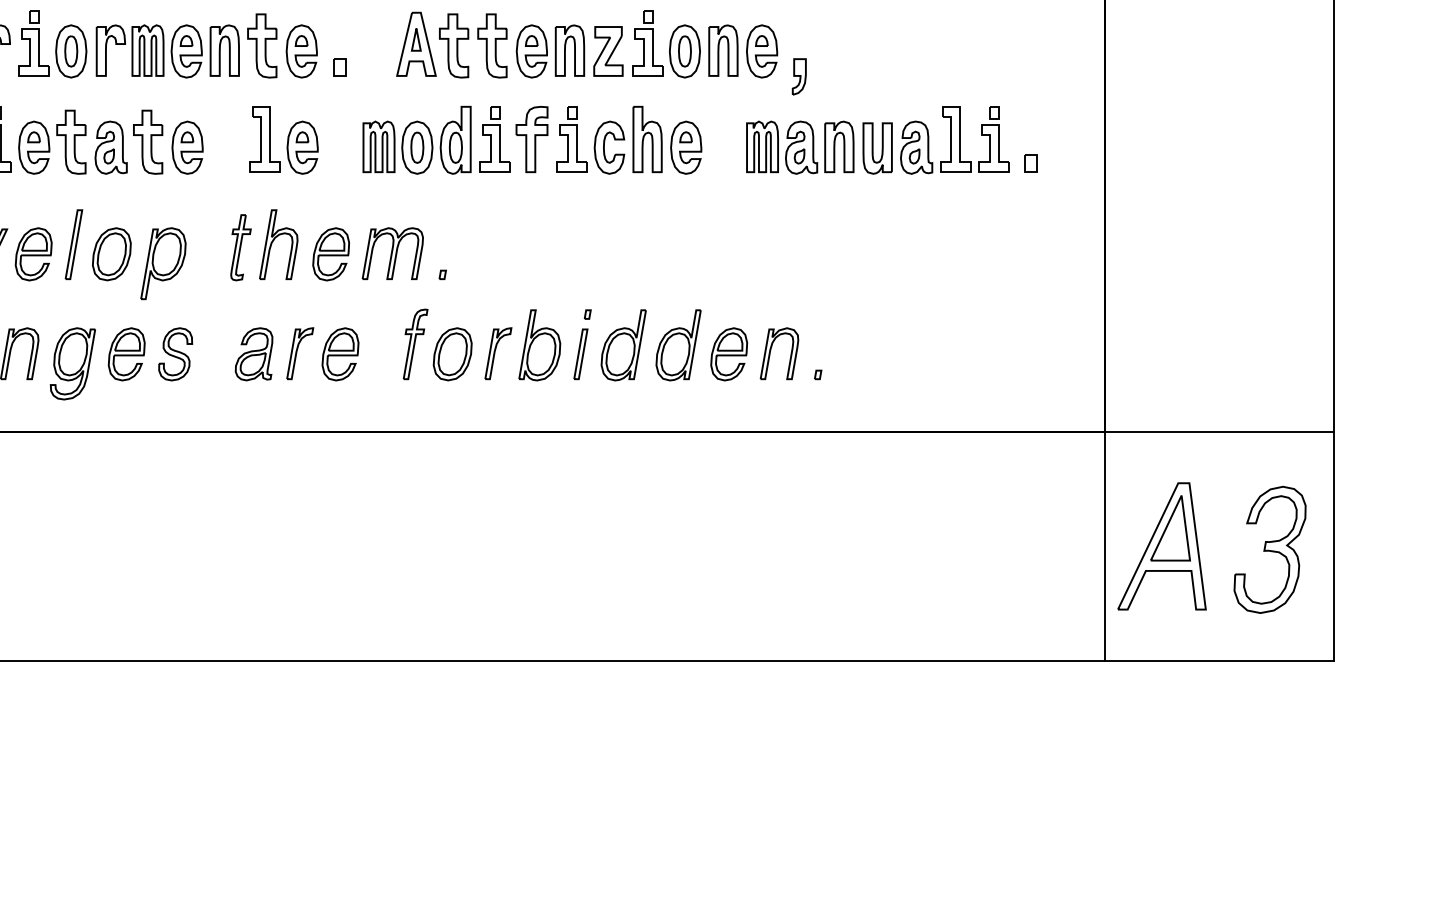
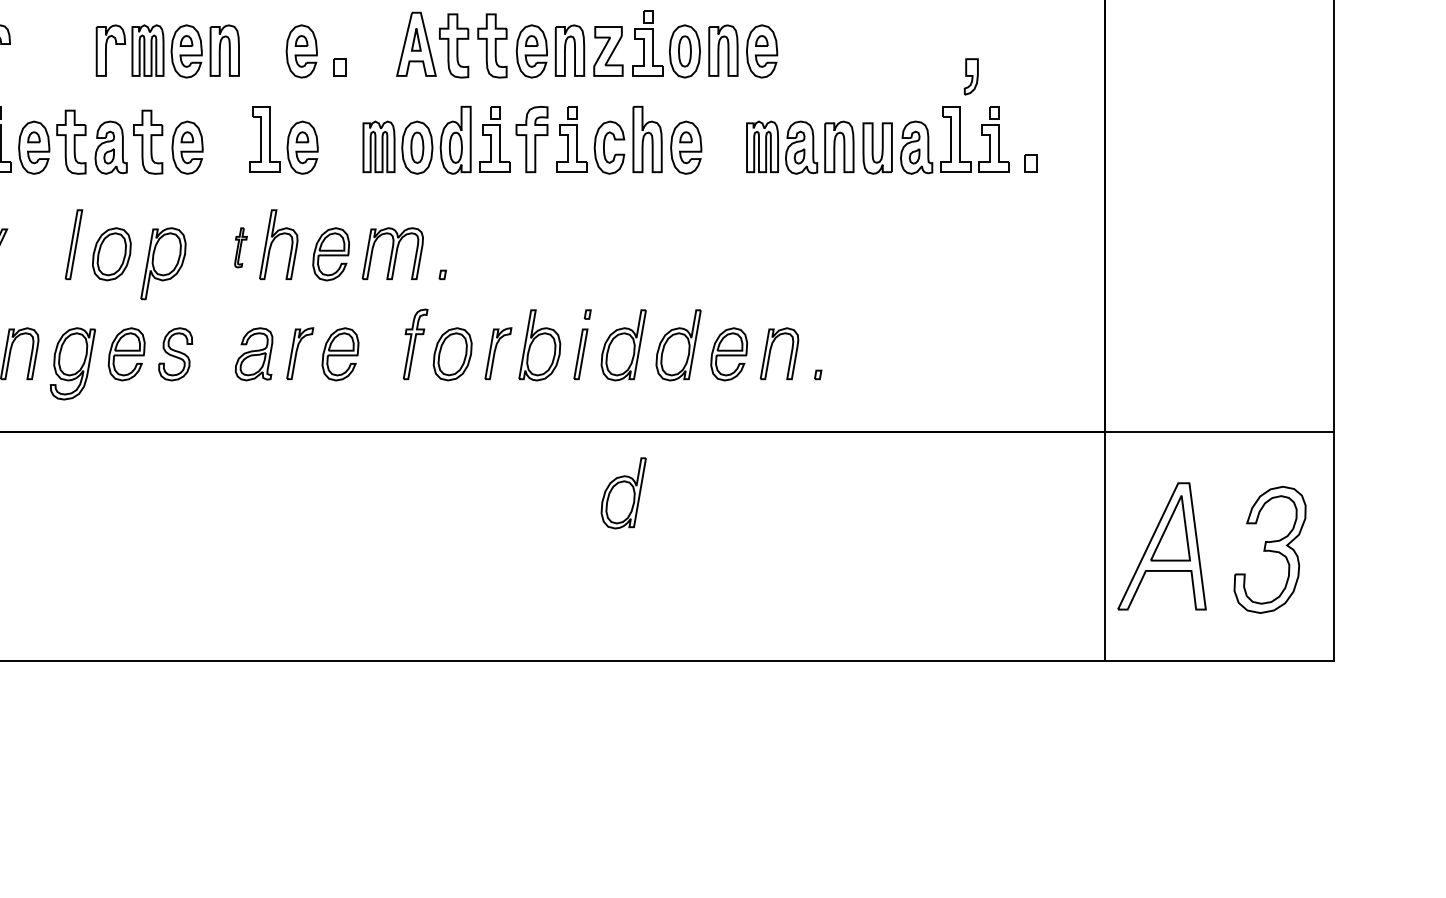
part at (52, 44): present -> none
part at (262, 45): present -> none
part at (798, 76) position: (798, 76) -> (970, 76)
part at (240, 247) size: 22x68 px -> 14x42 px
part at (33, 254): present -> none
part at (623, 493): none -> present
